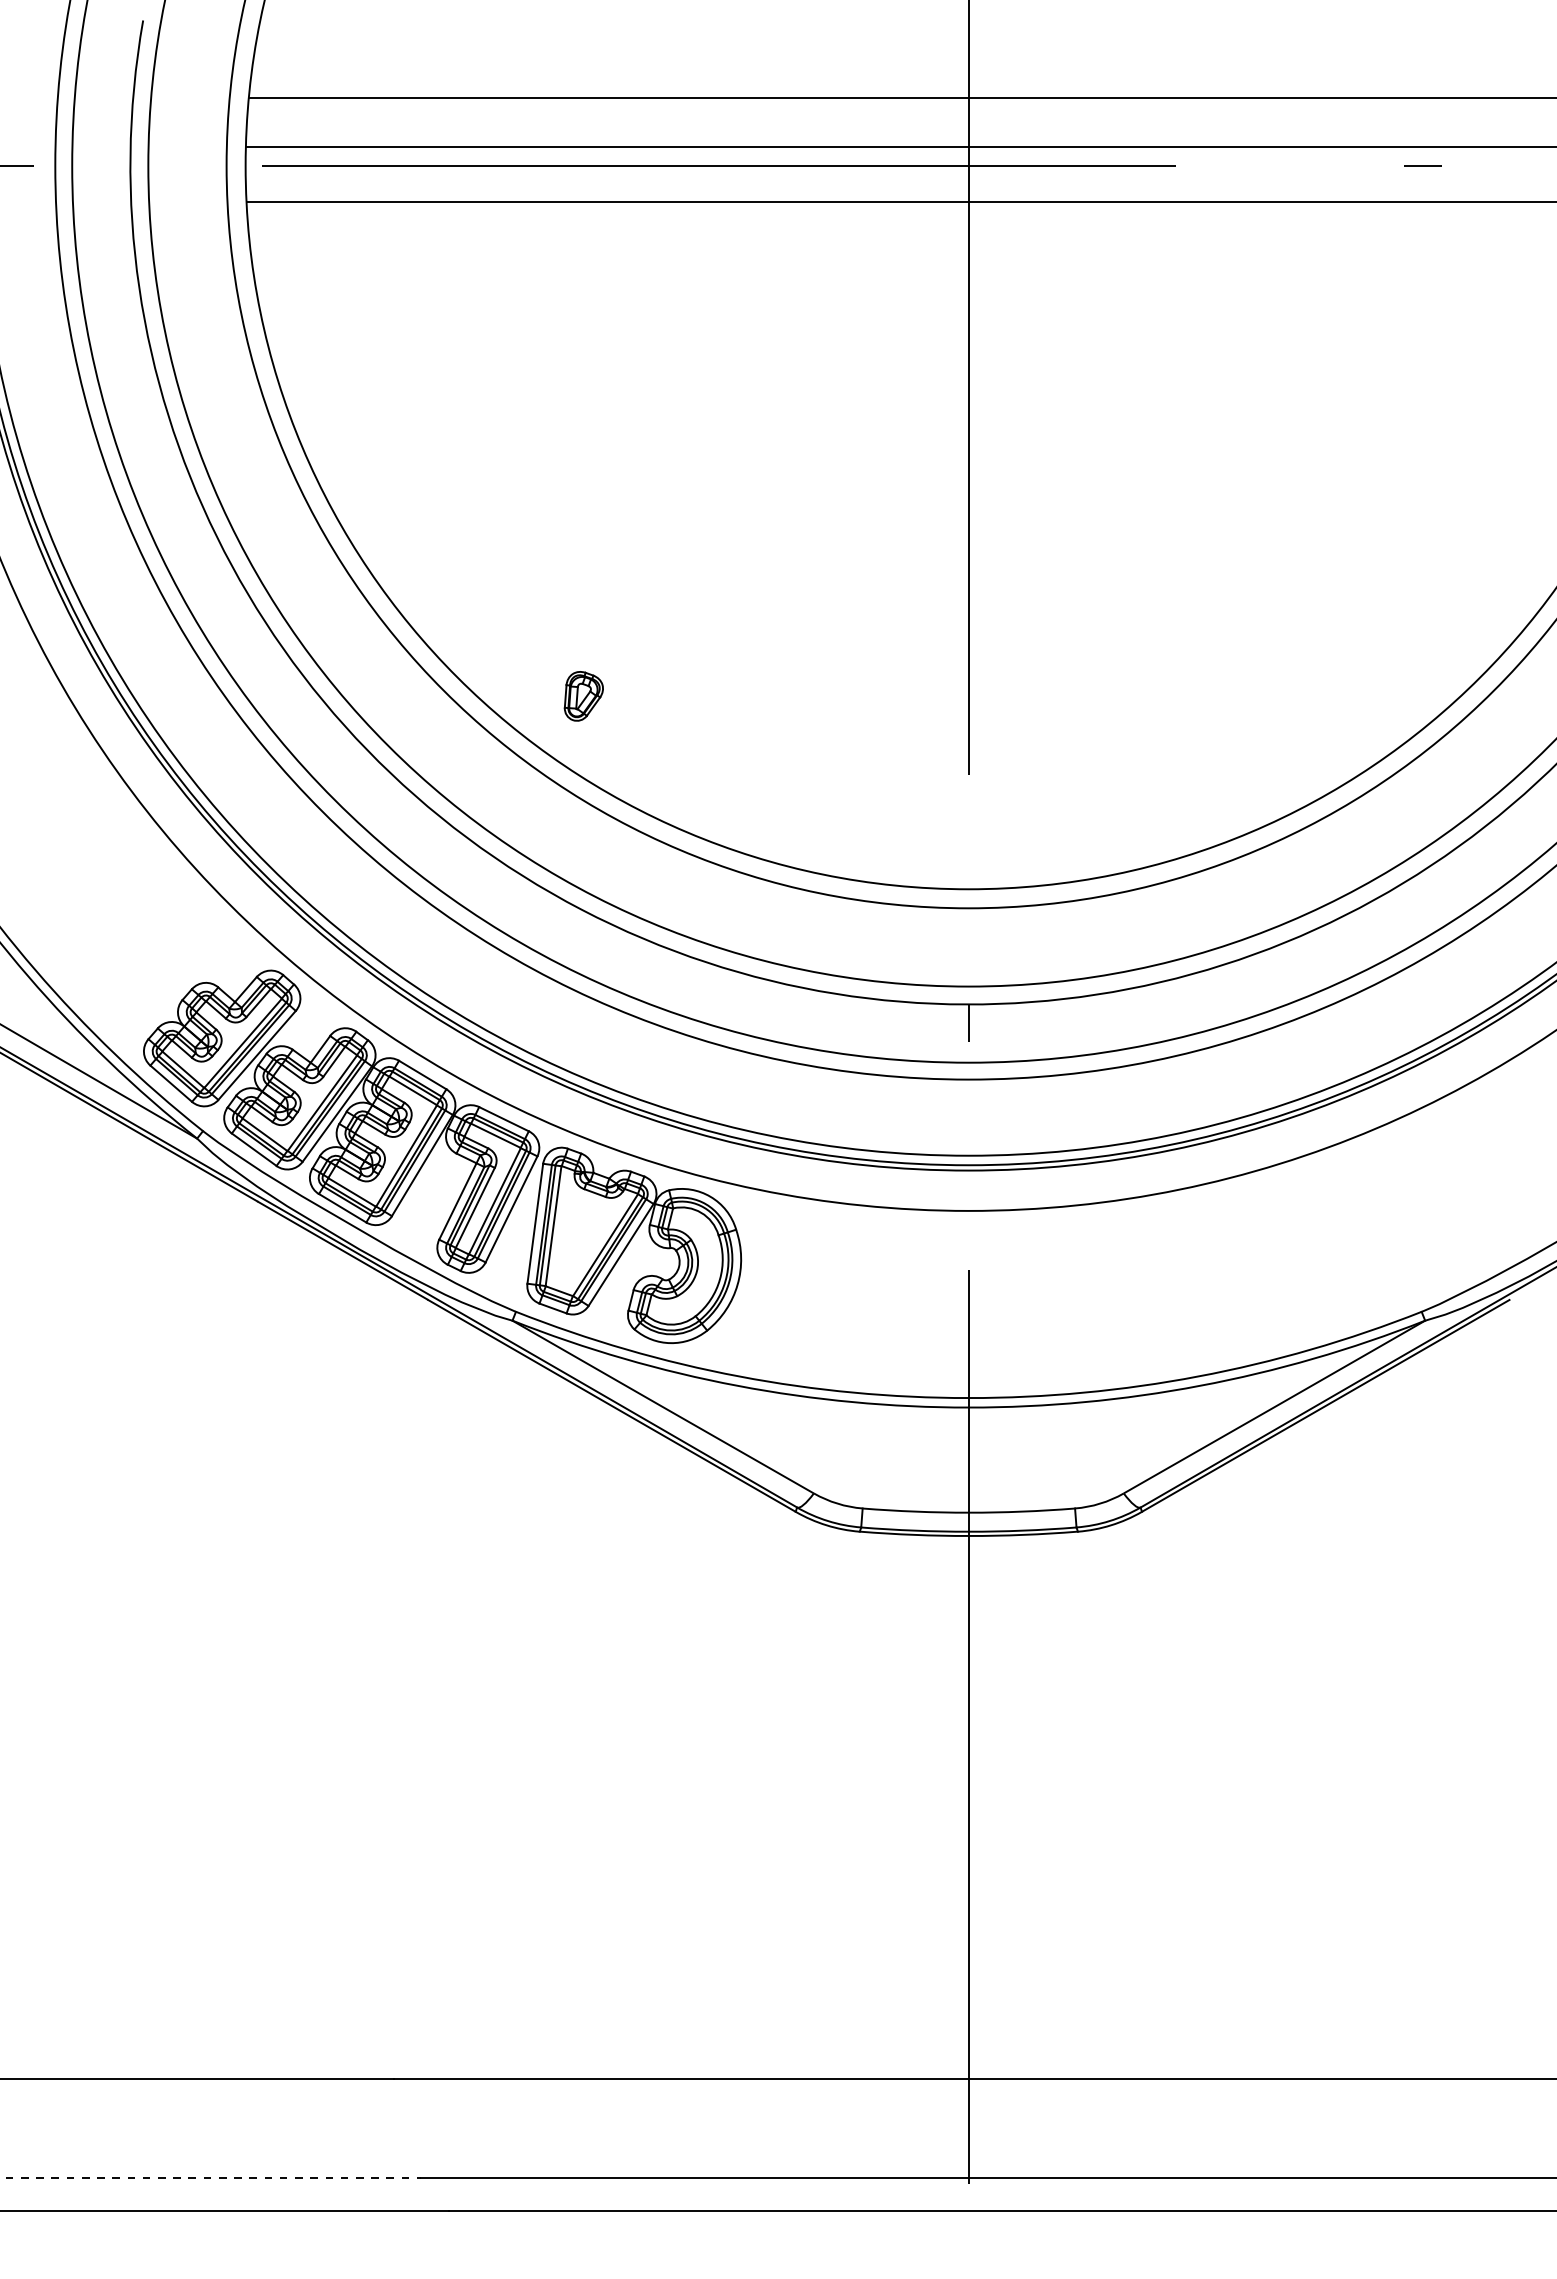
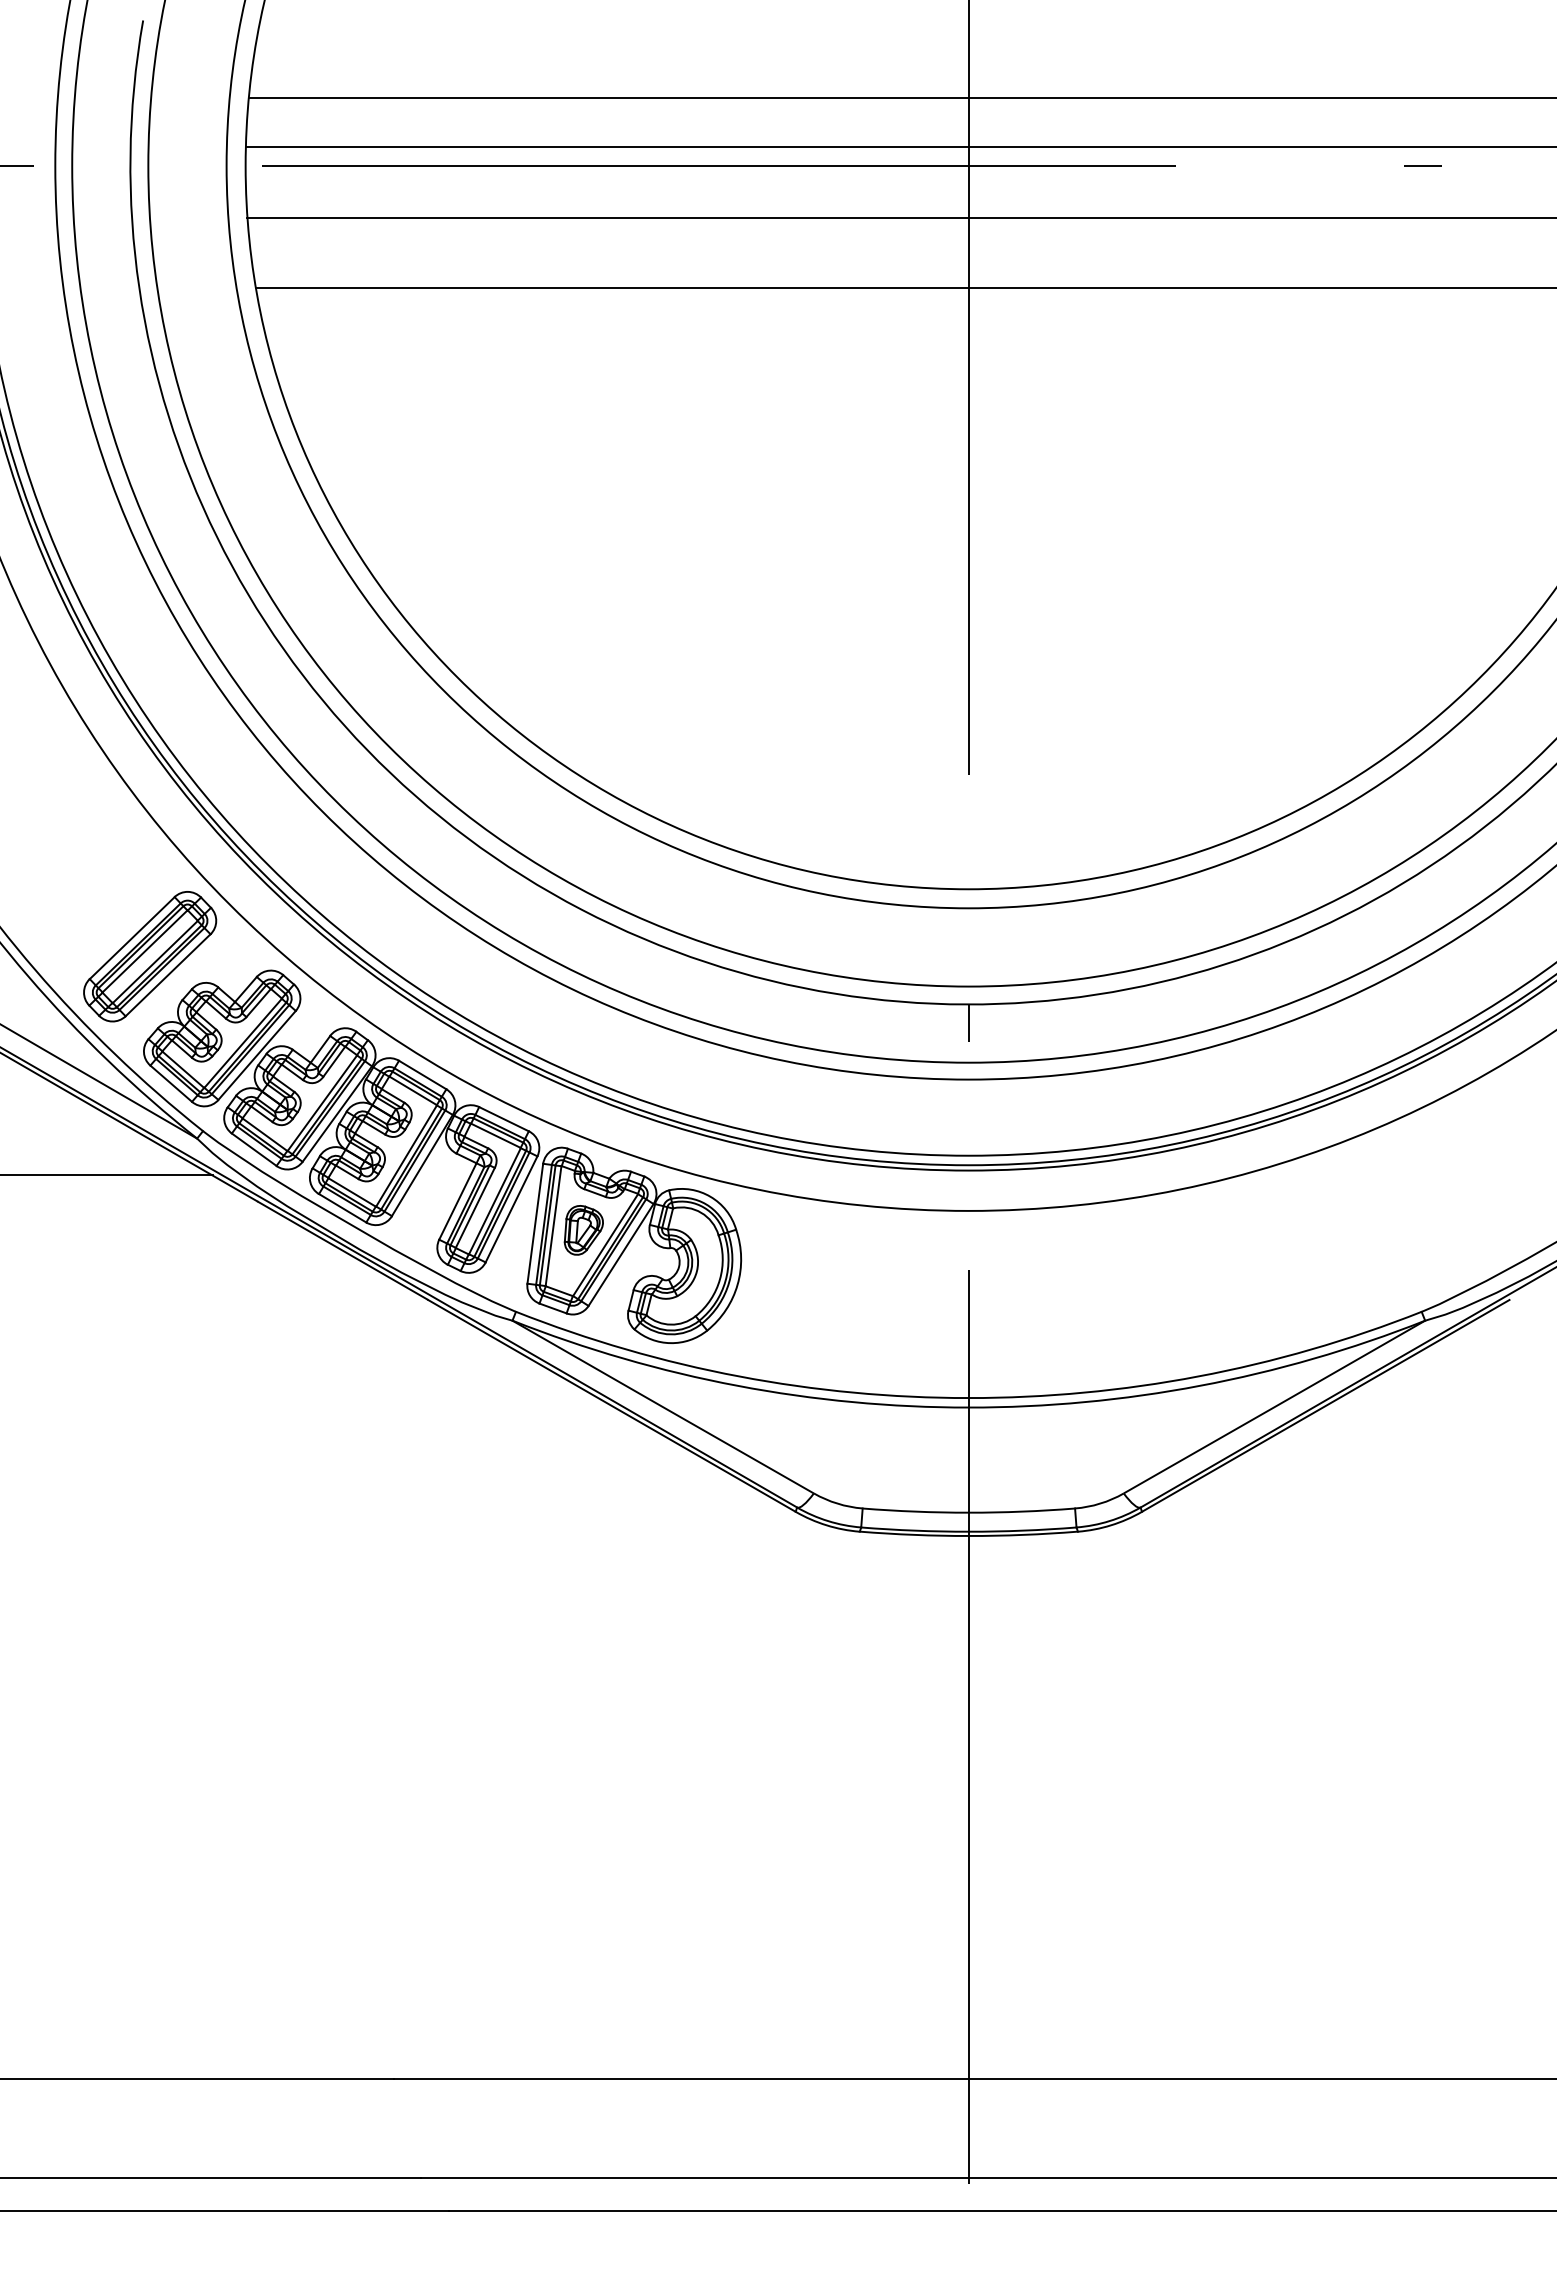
line at (900, 201) position: (900, 201) -> (900, 217)
line at (904, 288): none -> present
part at (583, 696) position: (583, 696) -> (583, 1230)
part at (150, 956): none -> present
line at (107, 1175): none -> present
line at (211, 2177): dashed -> solid
